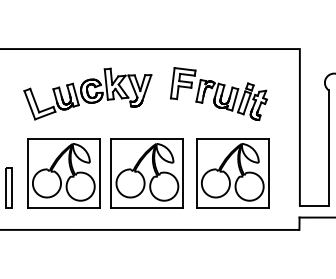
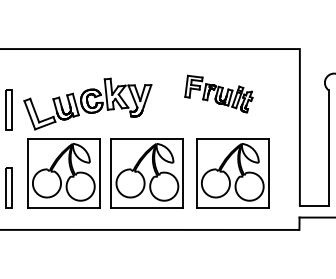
part at (87, 93) position: (87, 93) -> (87, 103)
part at (218, 93) size: 98x54 px -> 70x40 px
part at (8, 109): none -> present
